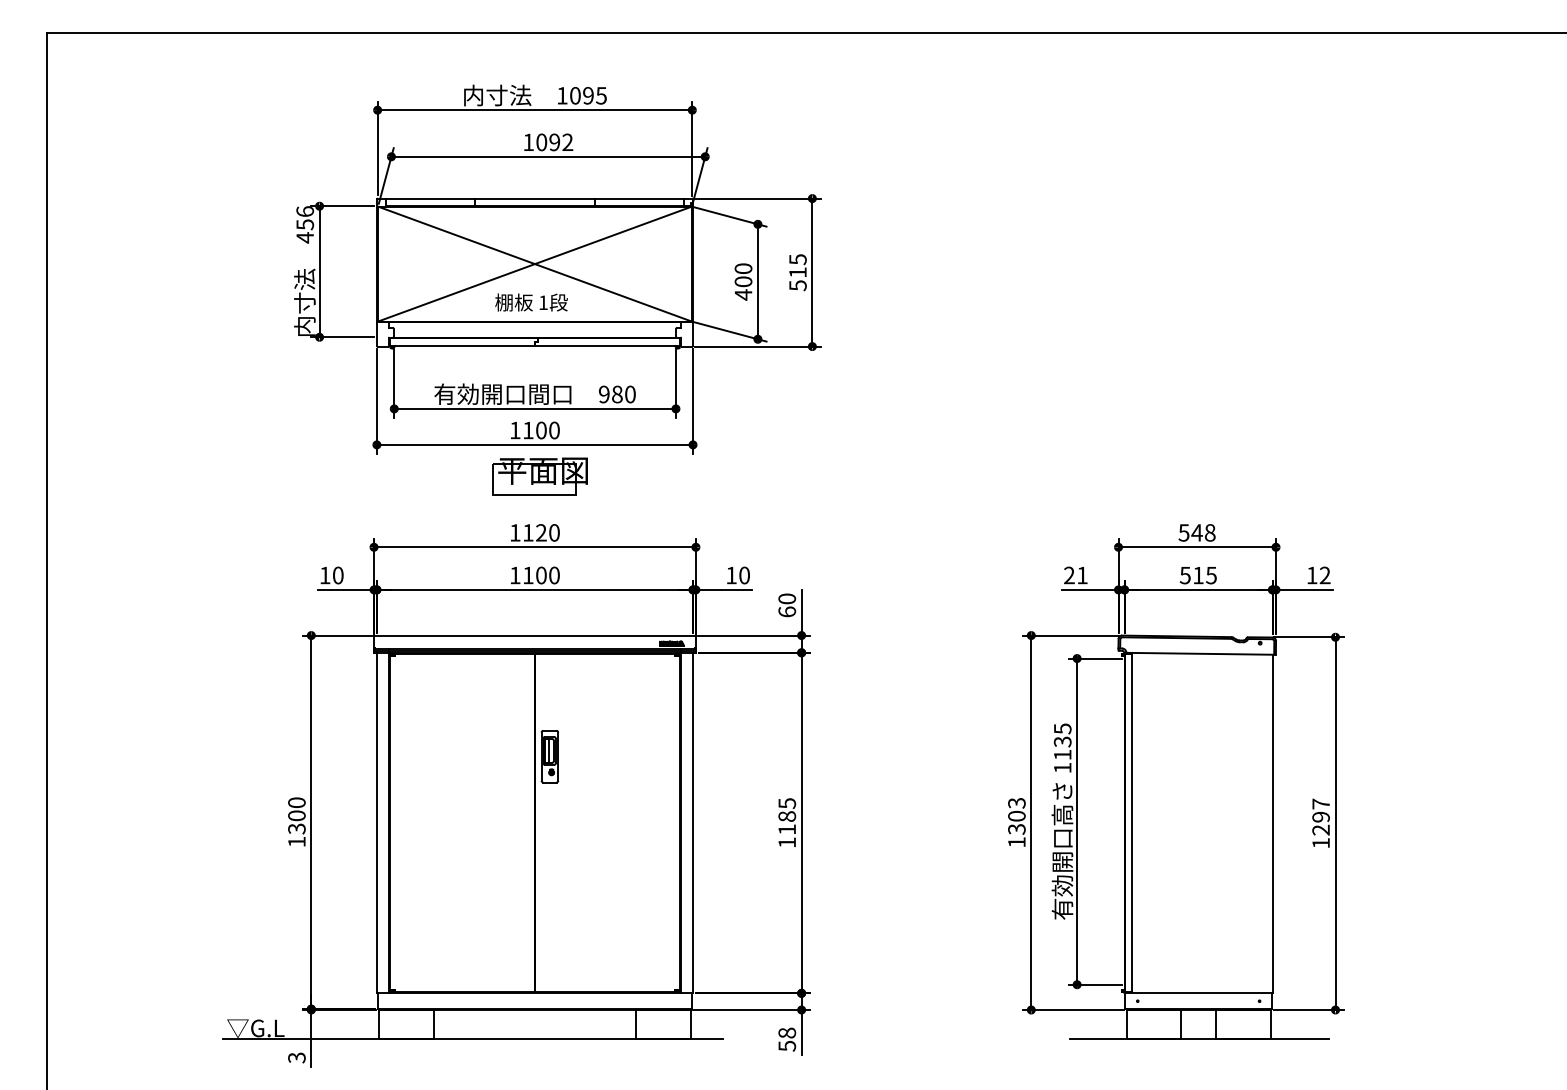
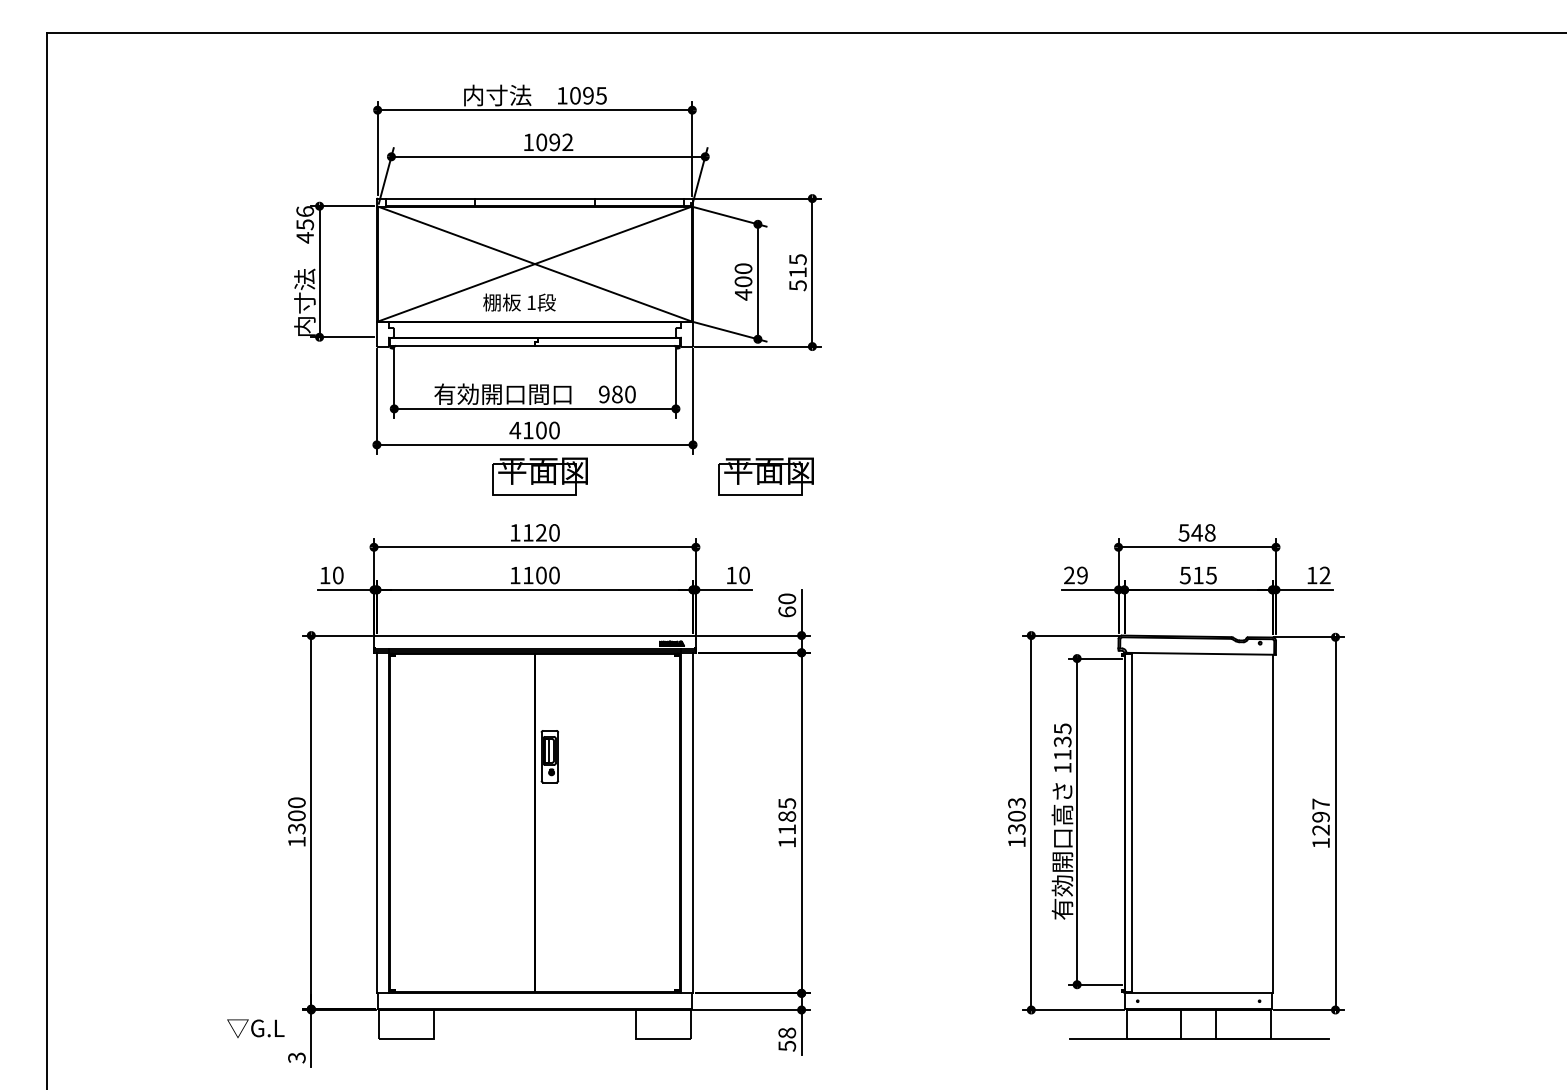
text at (531, 302) position: (531, 302) -> (519, 302)
text at (515, 430): 1100 -> 4100
part at (765, 476): none -> present
text at (1082, 575): 21 -> 29
line at (472, 1038): present -> none
